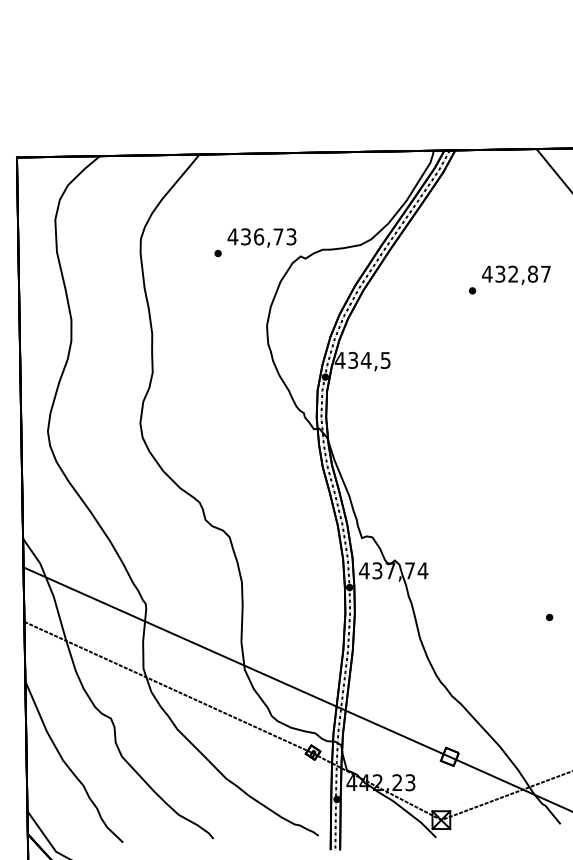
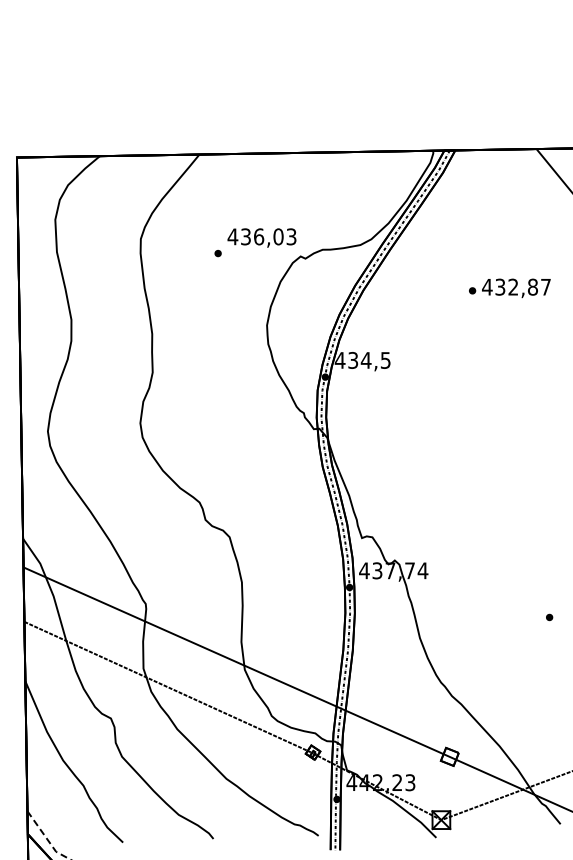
text at (278, 236): 436,73 -> 436,03
text at (516, 275) position: (516, 275) -> (516, 288)
line at (46, 838): solid -> dashed
